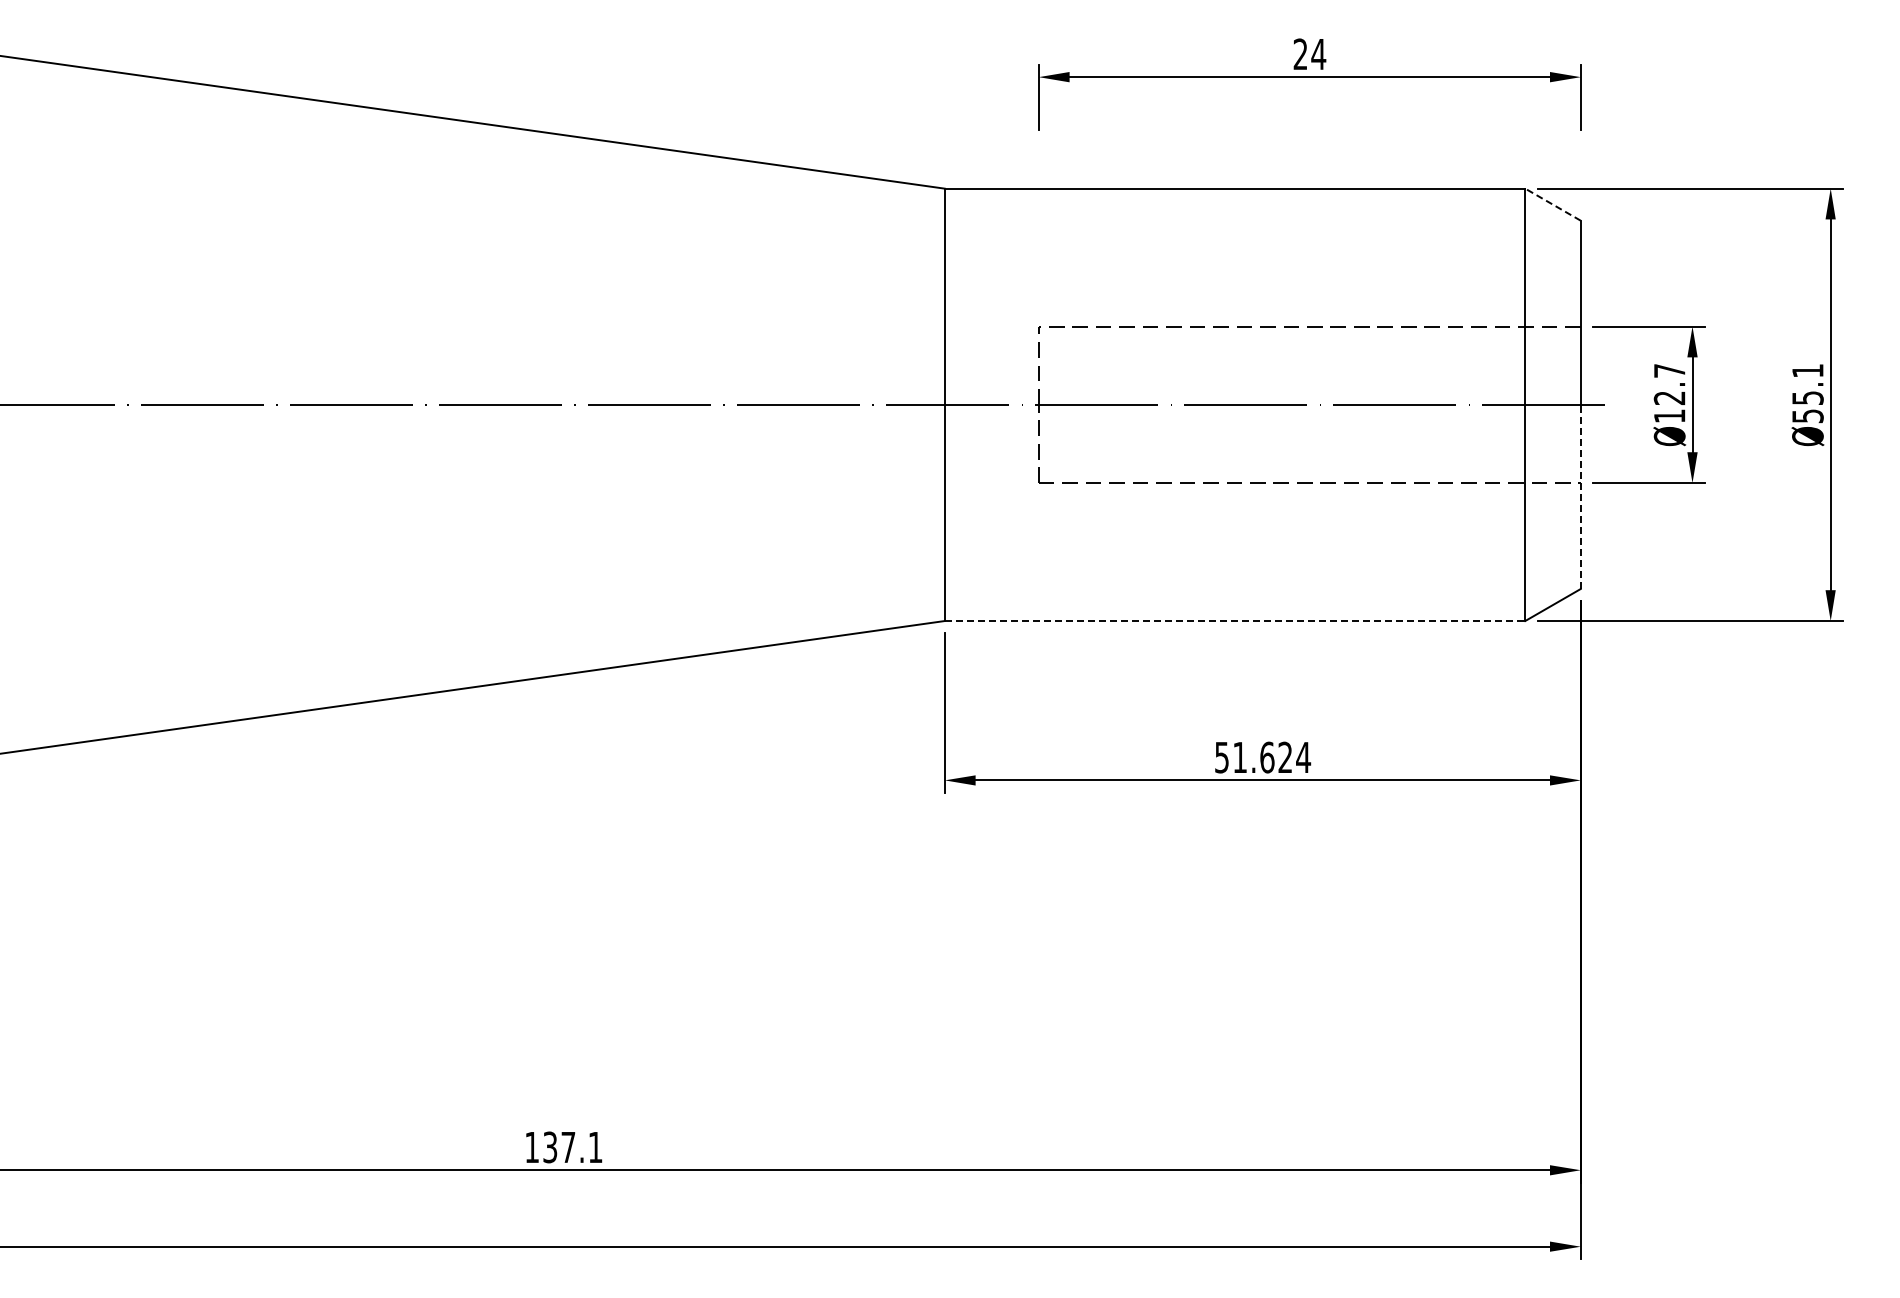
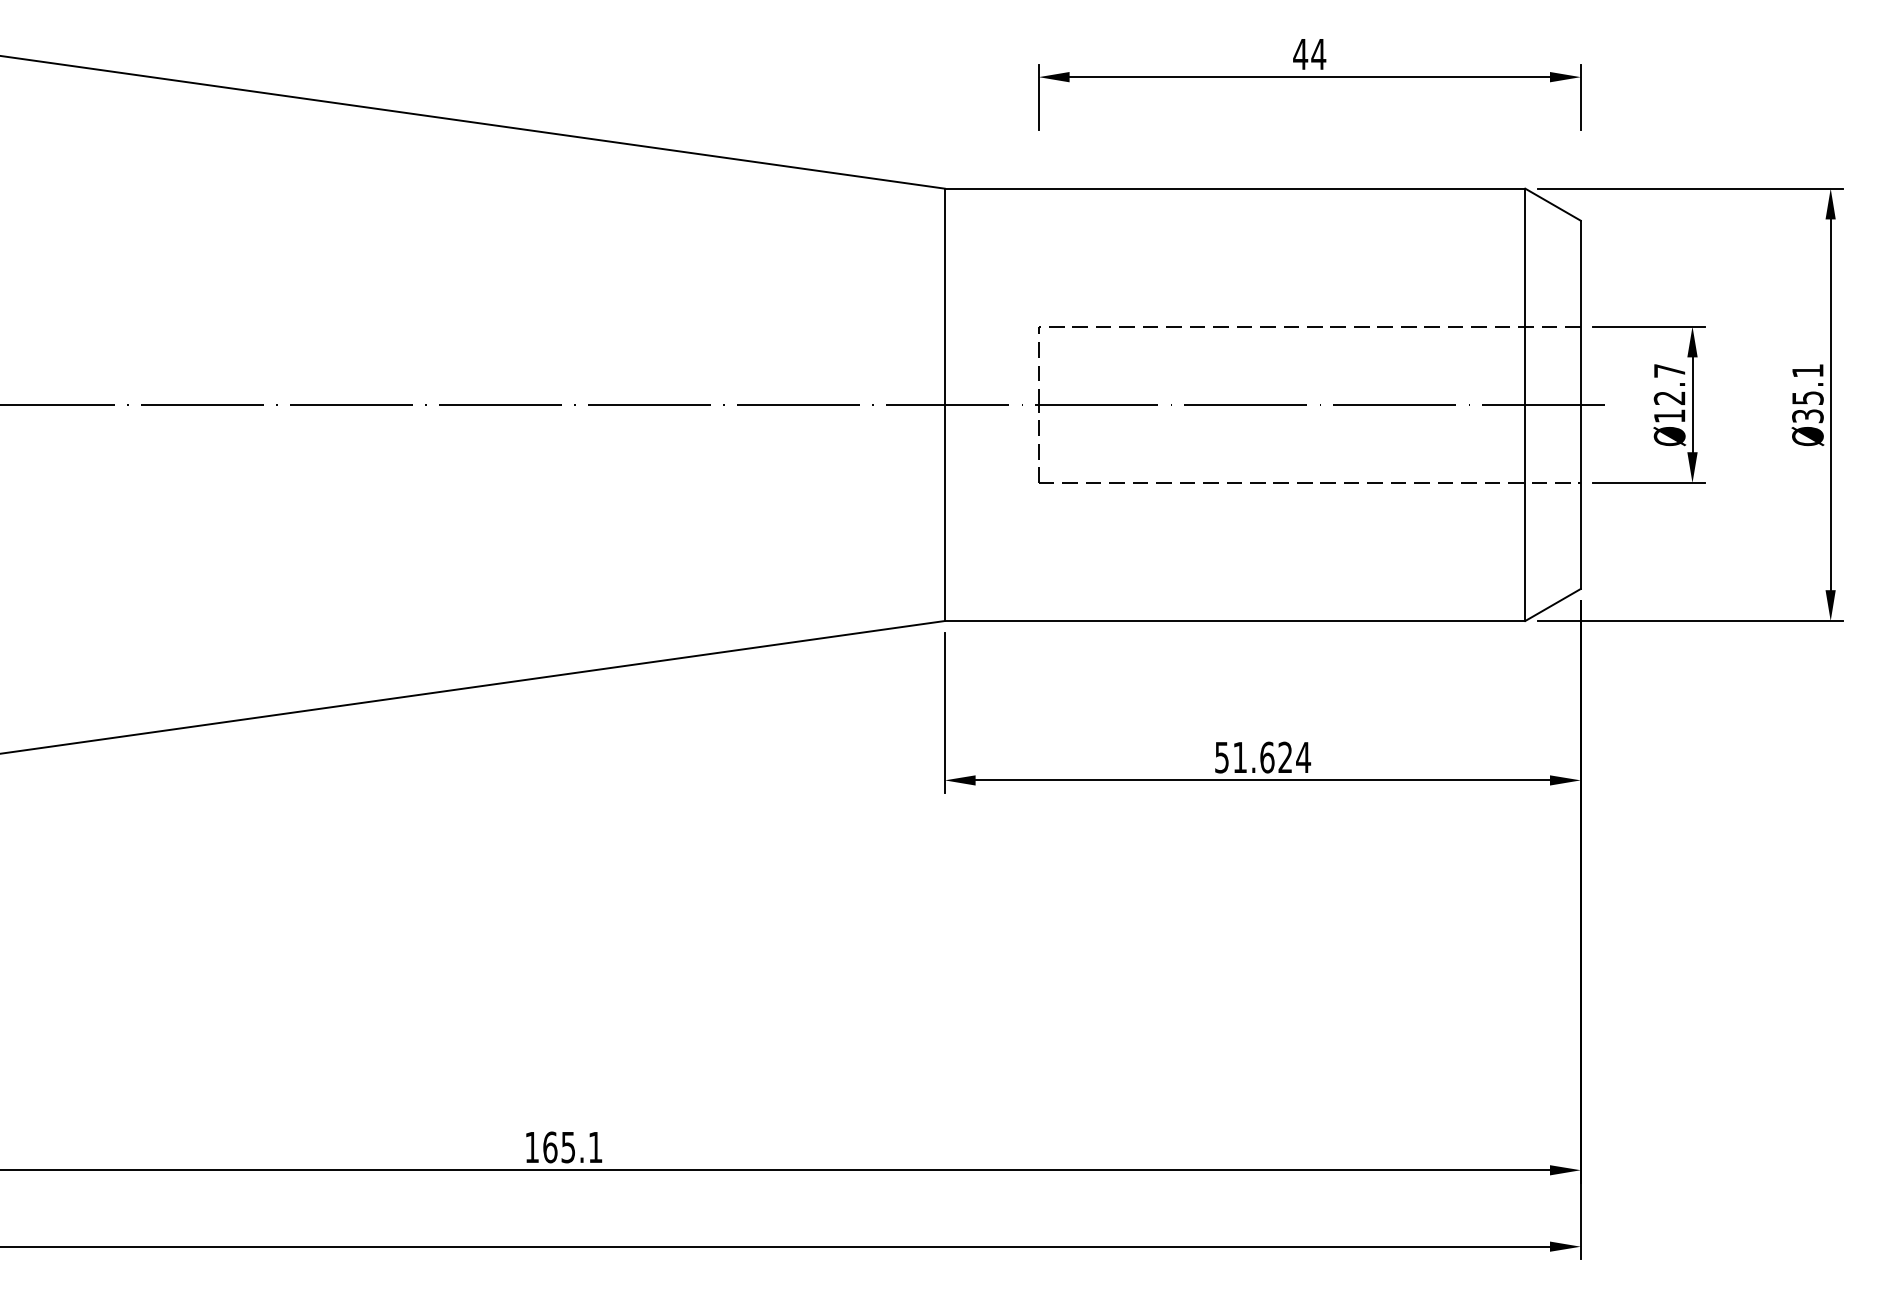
text at (1300, 53): 24 -> 44
line at (1552, 204): dashed -> solid
text at (1807, 415): Ø55.1 -> Ø35.1
line at (1580, 496): dashed -> solid
line at (1235, 621): dashed -> solid
text at (559, 1147): 137.1 -> 165.1
